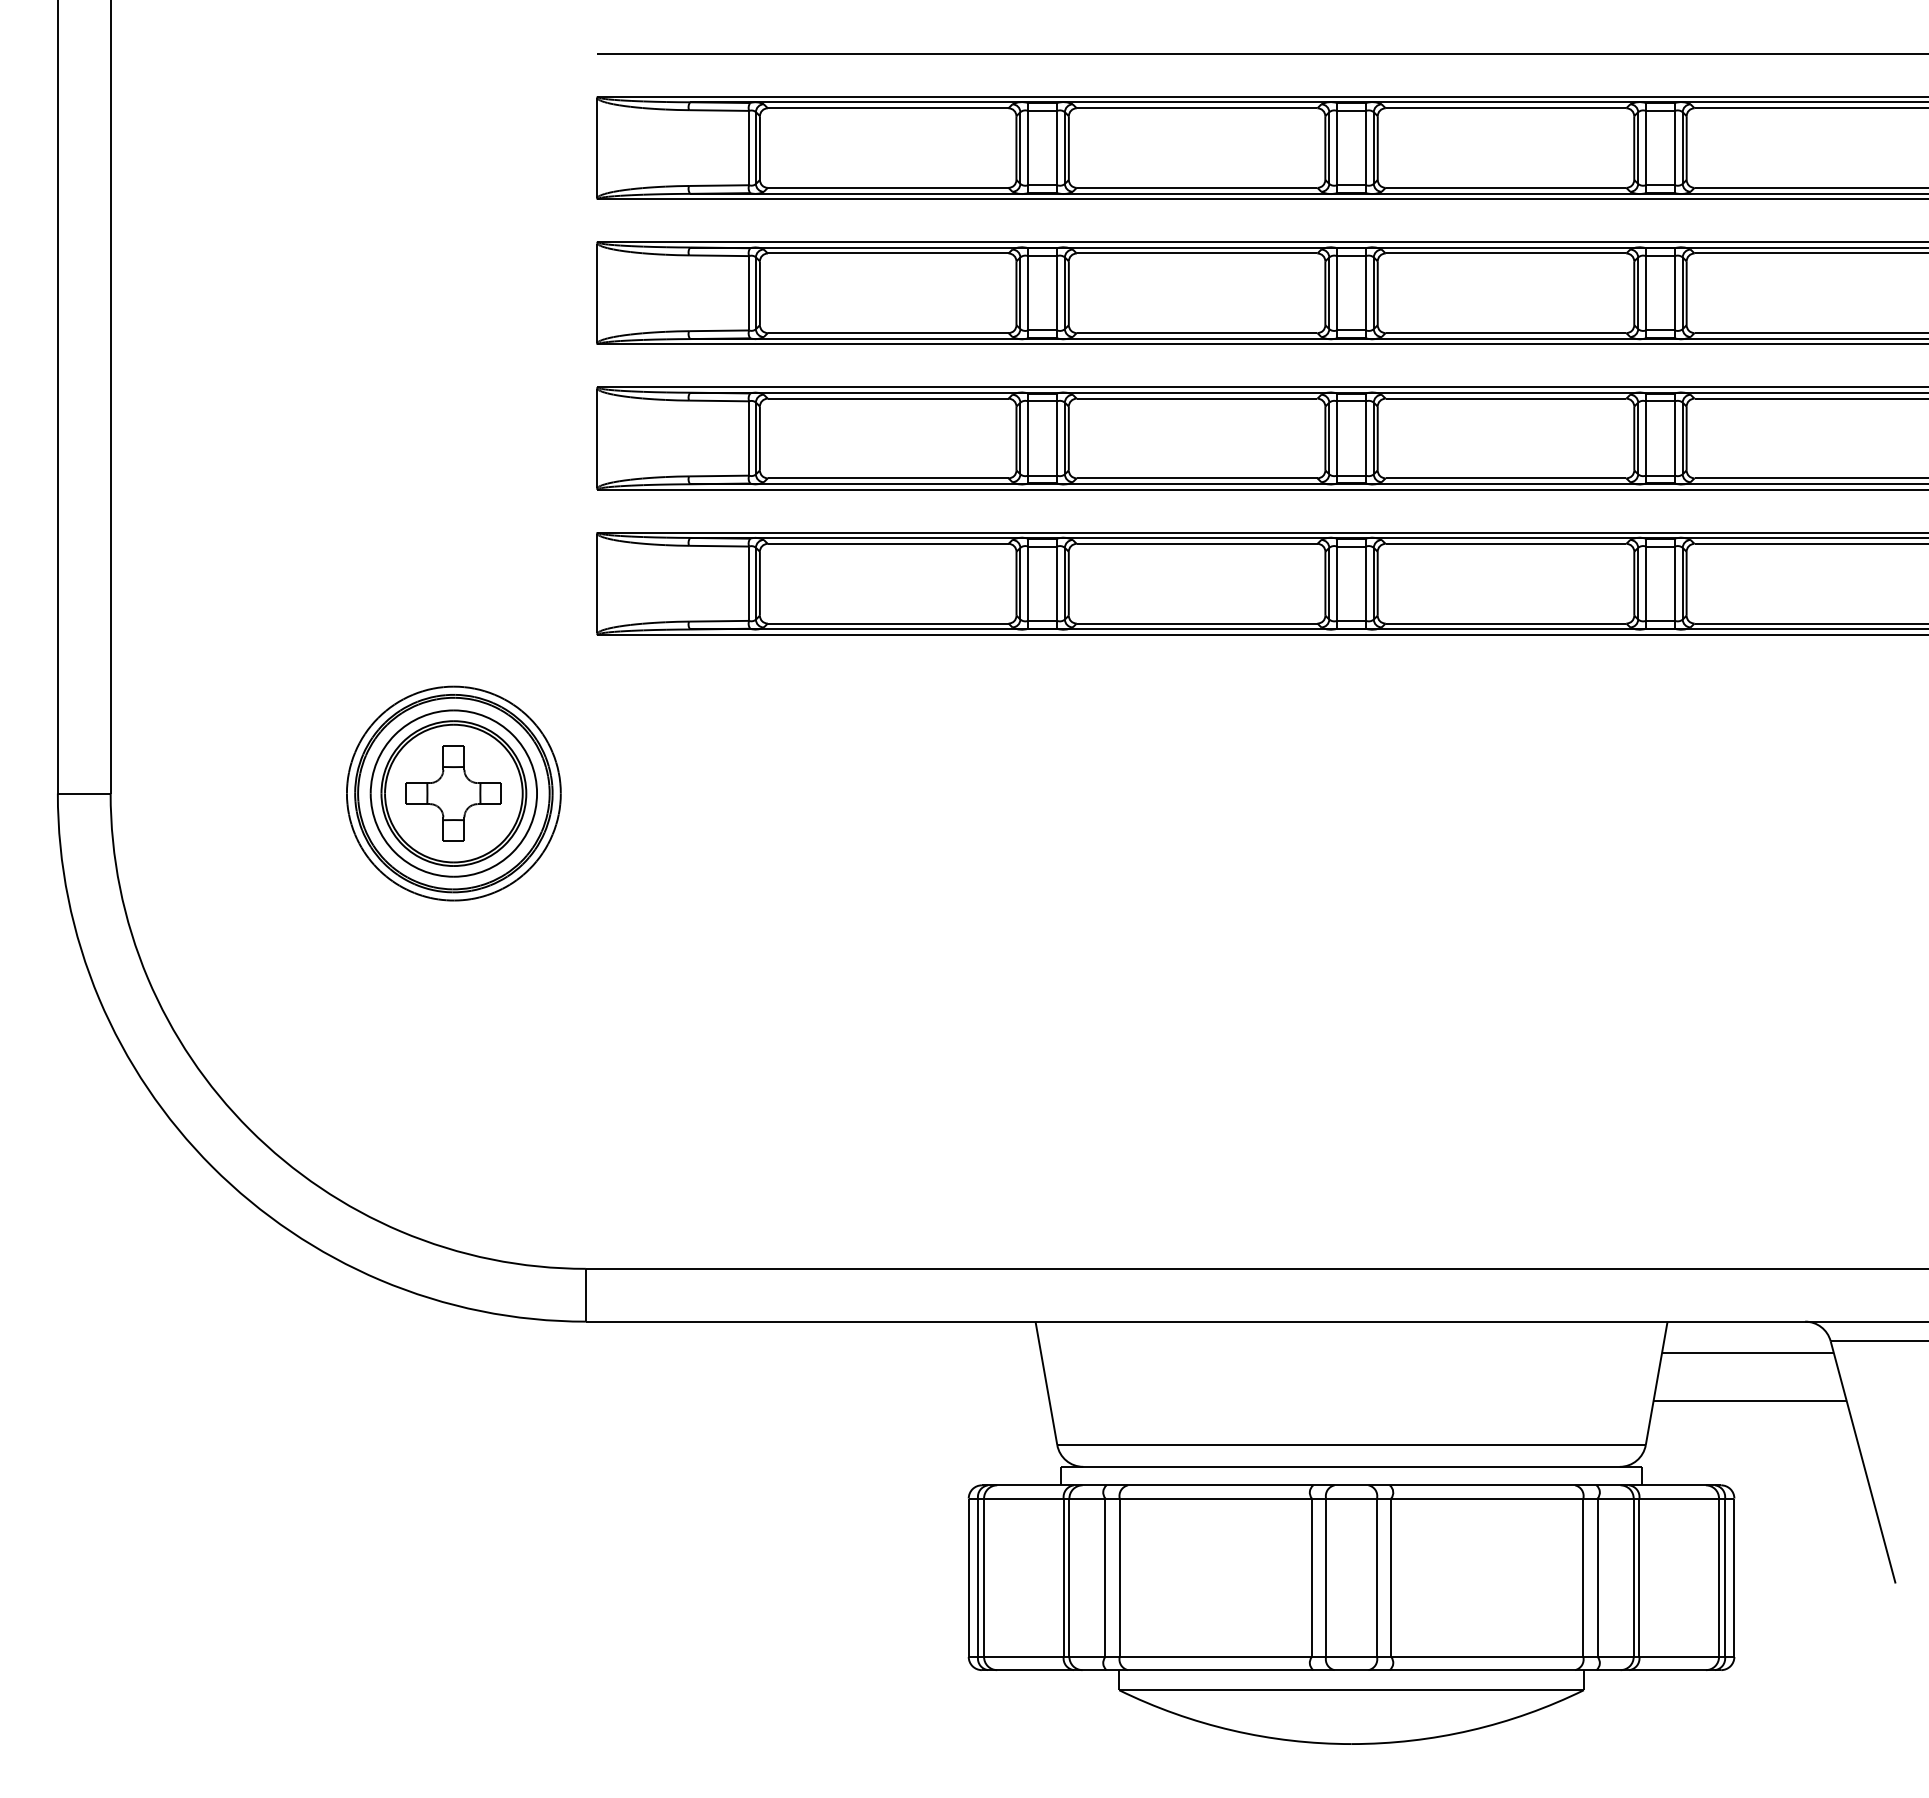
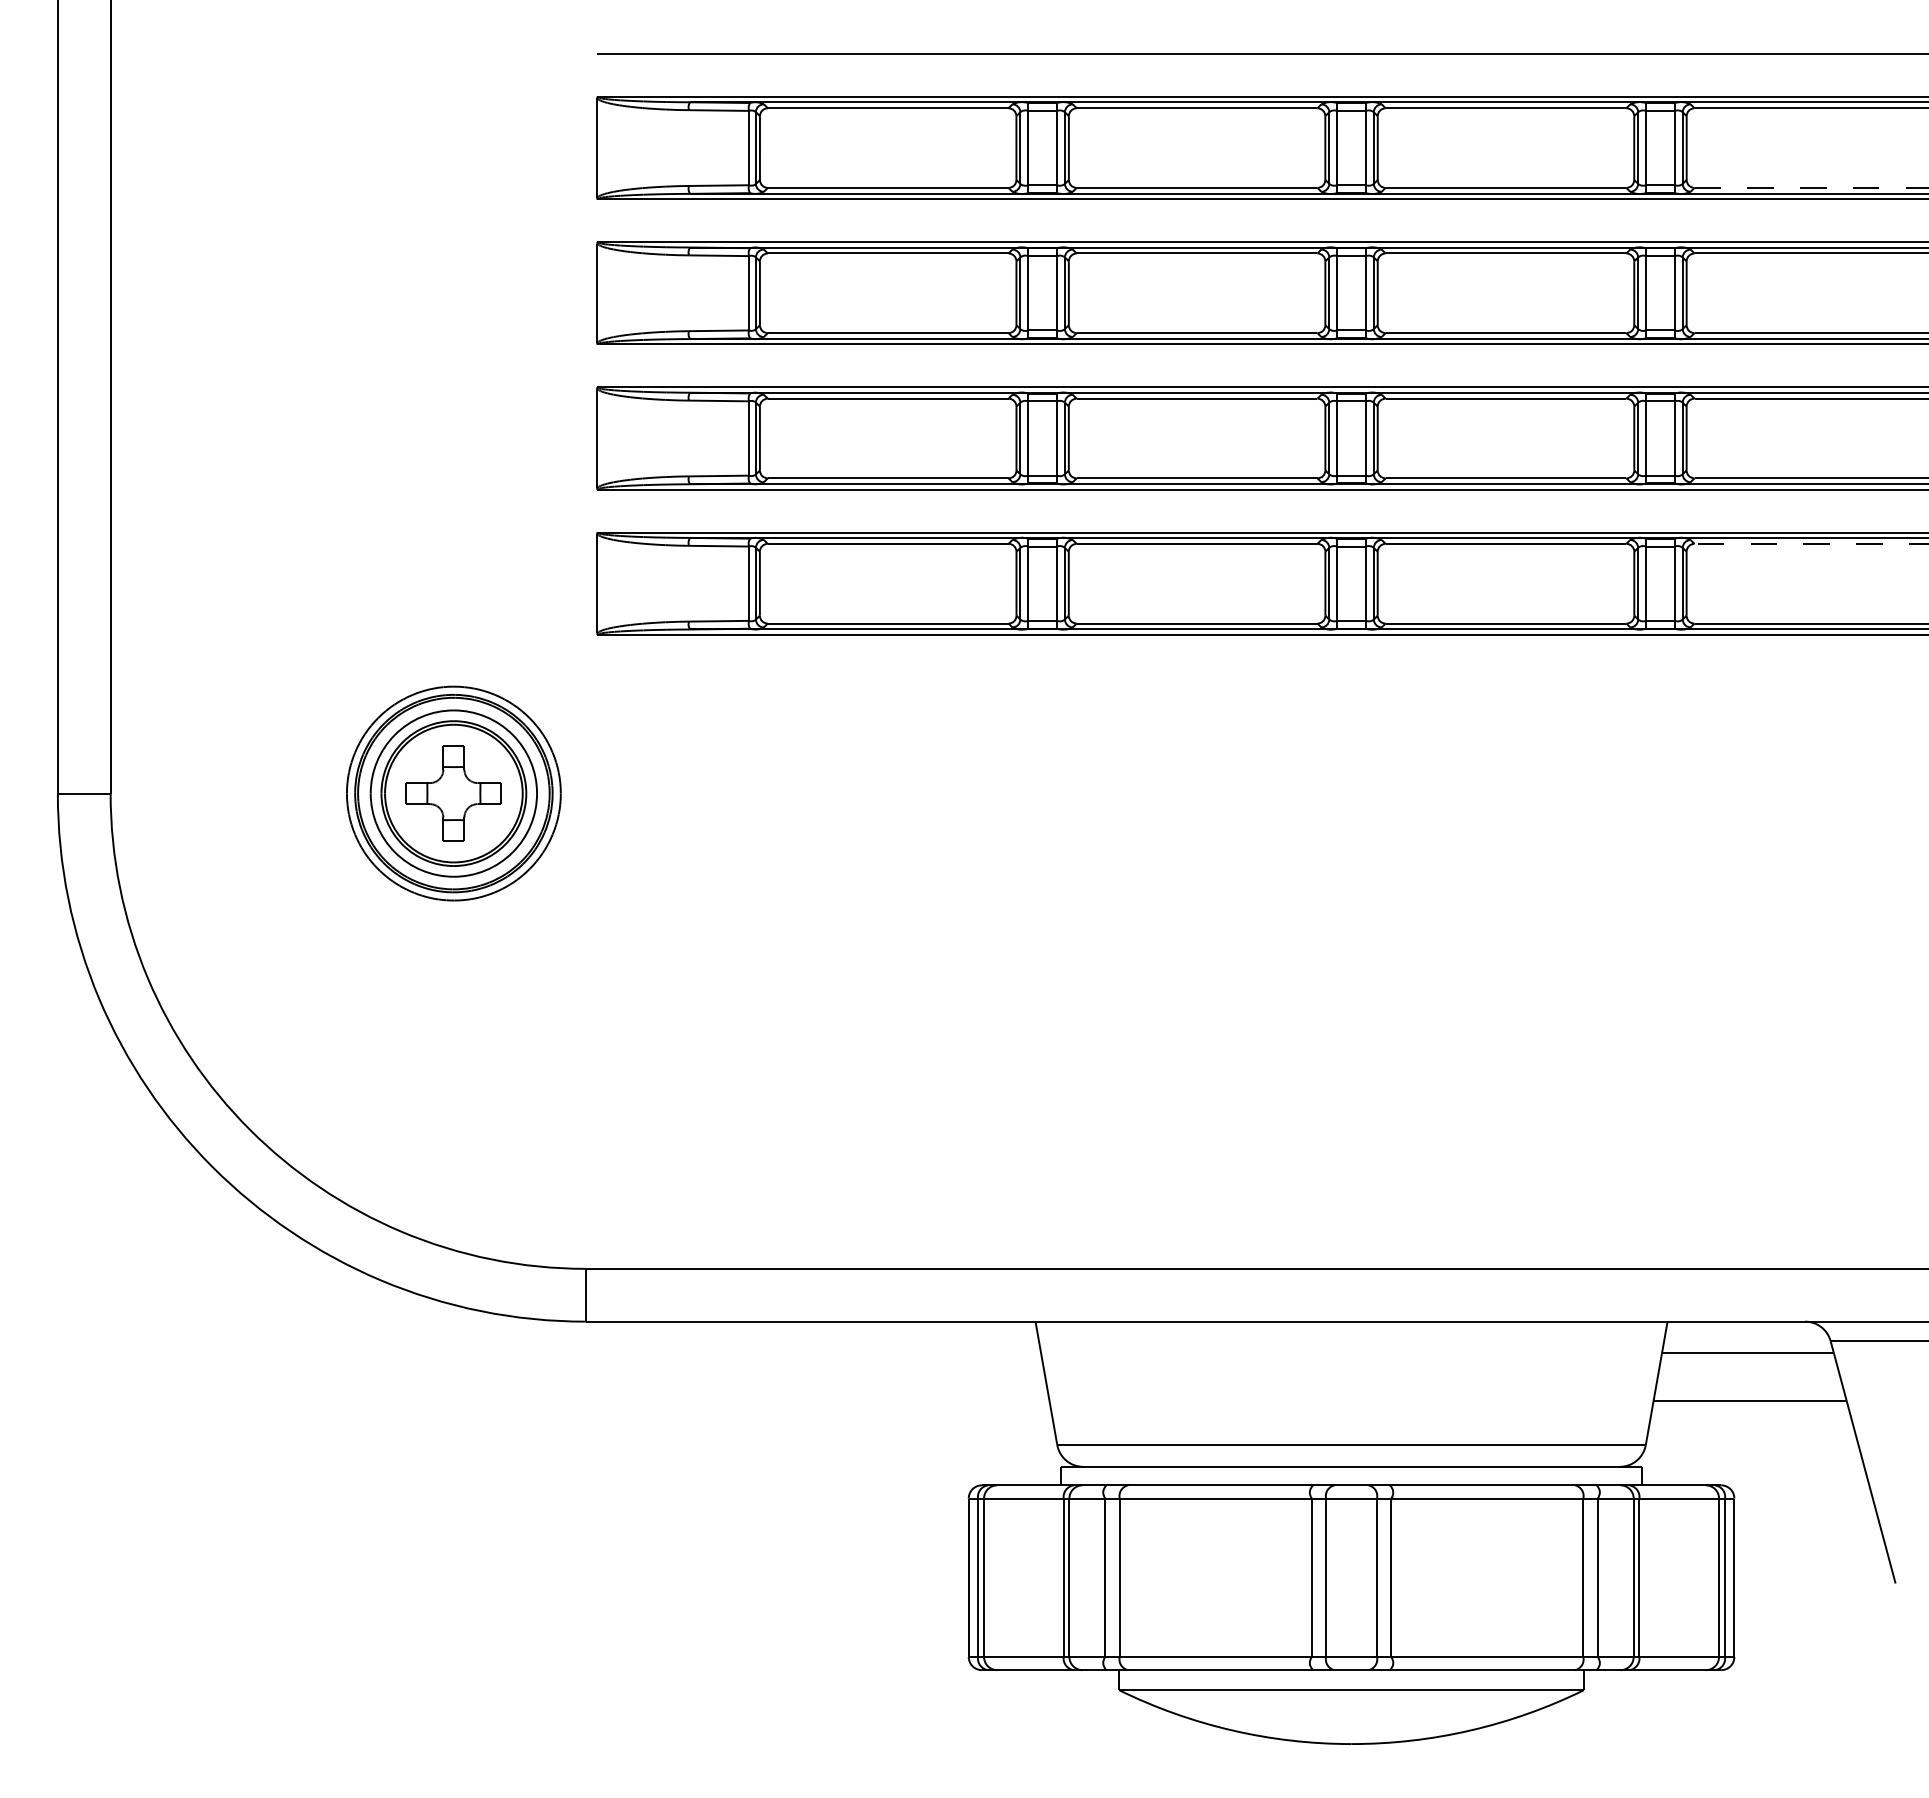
line at (1811, 187): solid -> dashed
line at (1811, 543): solid -> dashed
